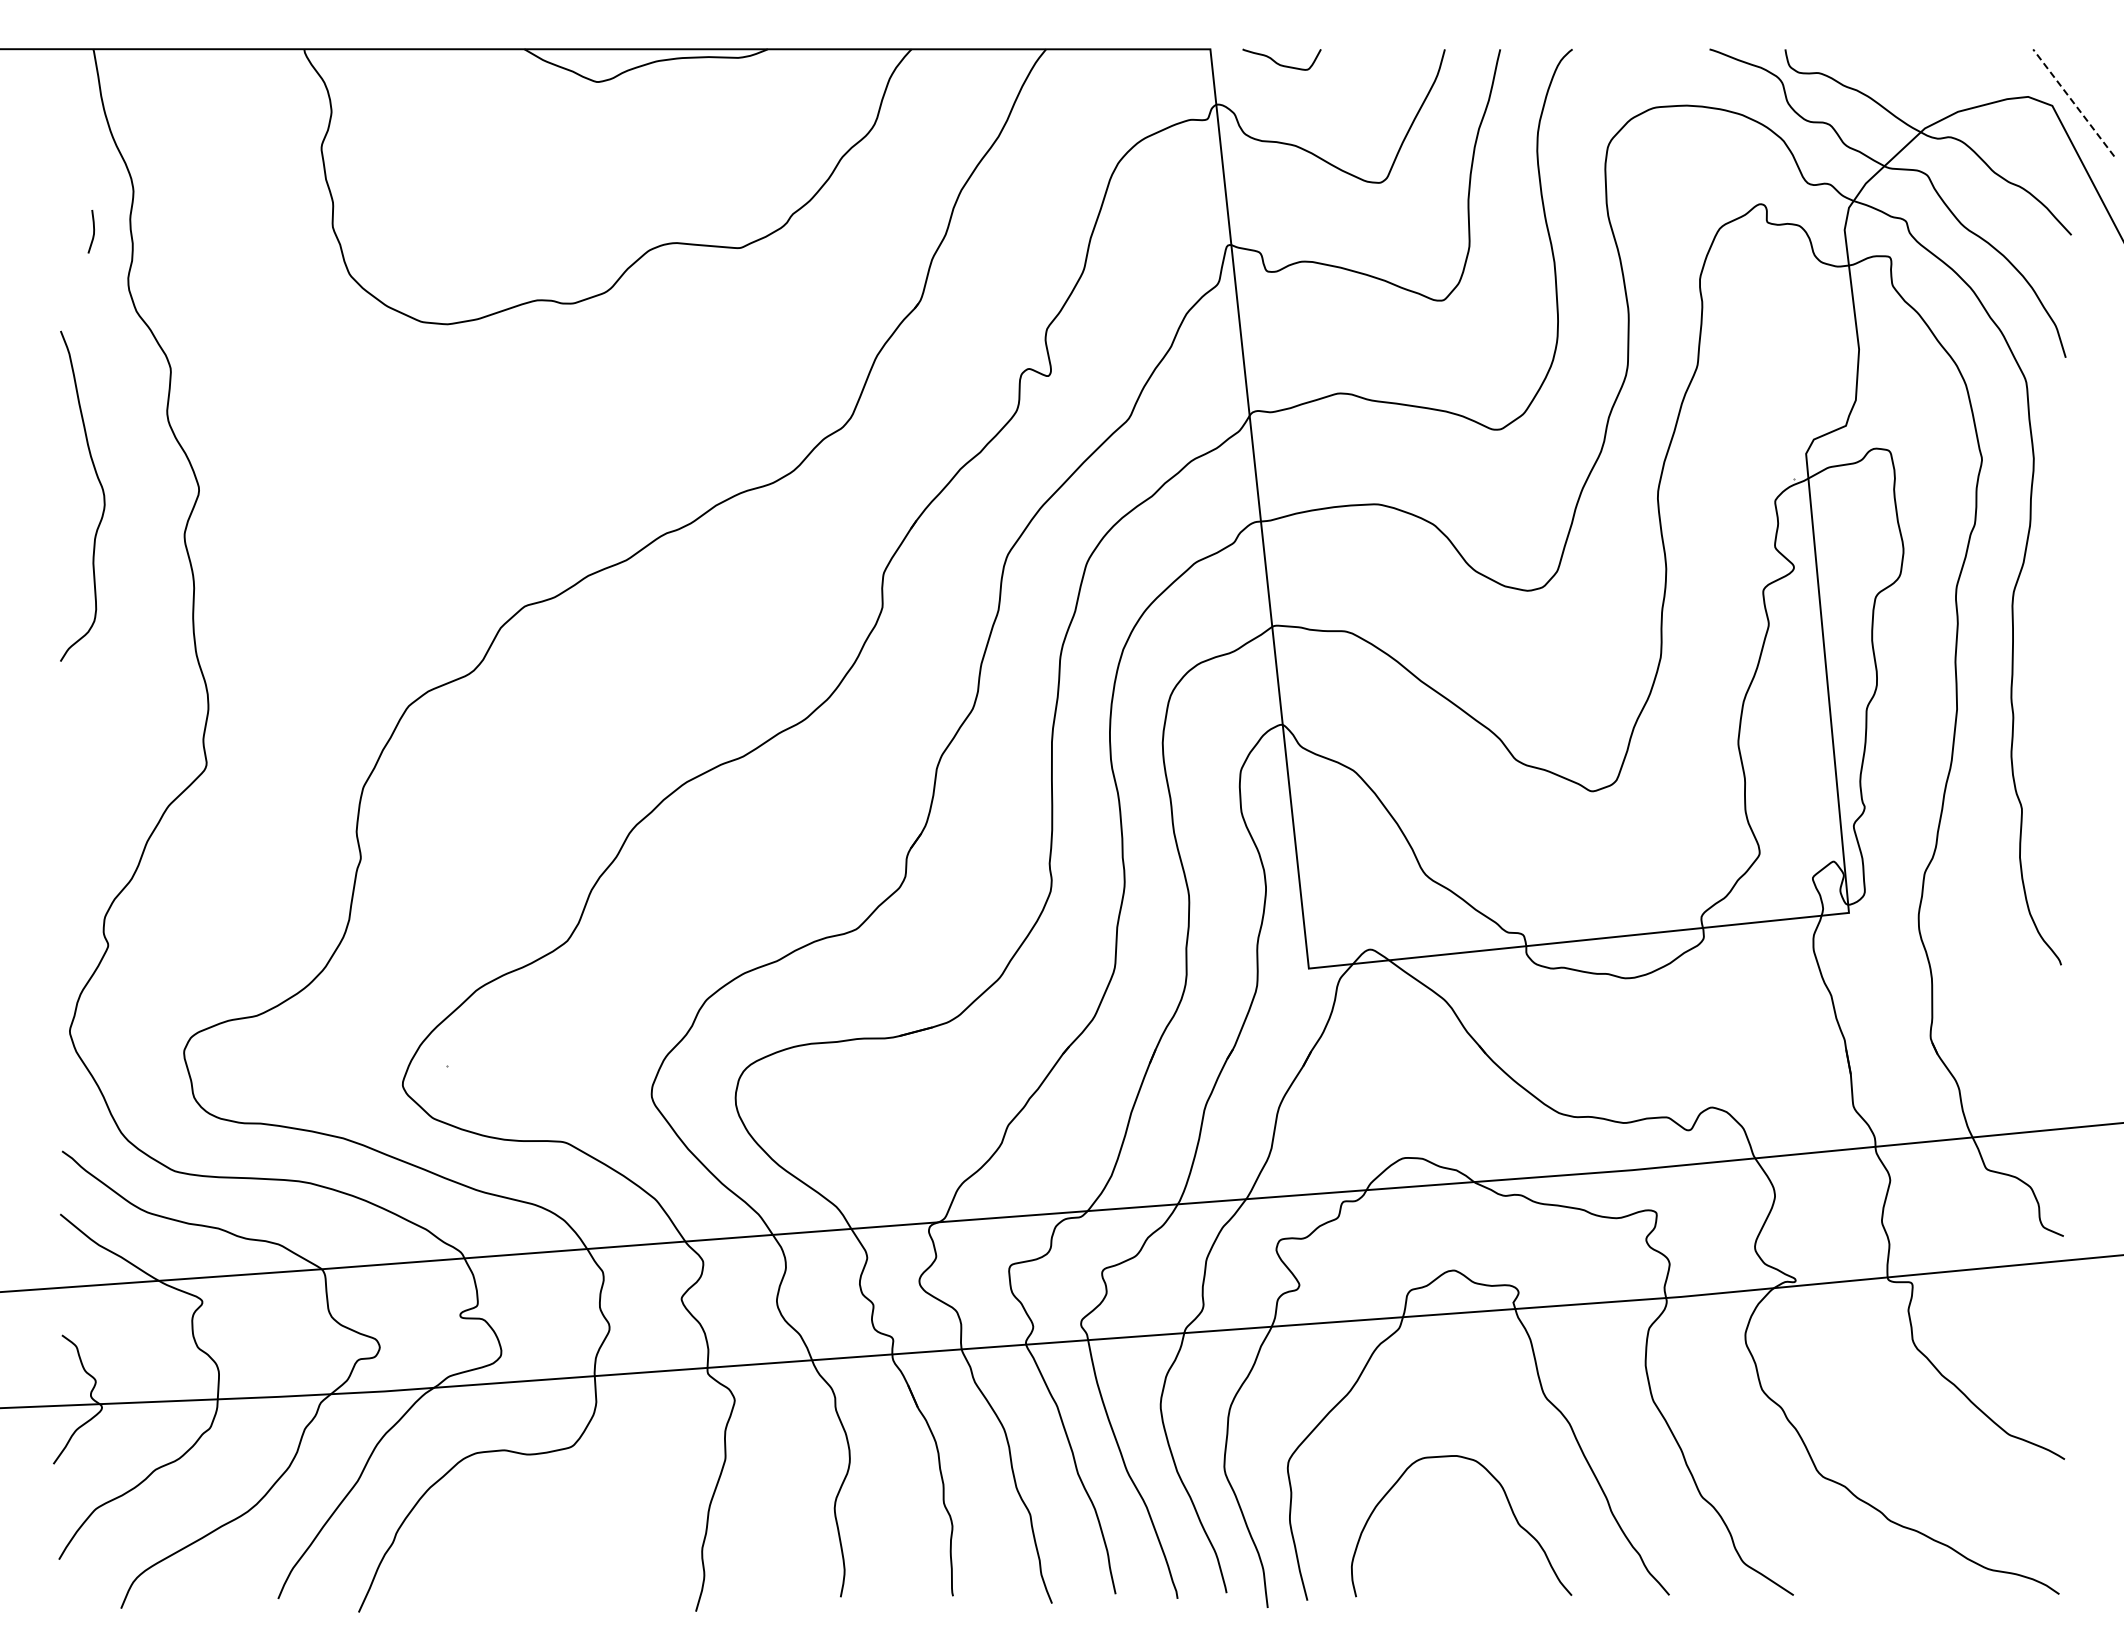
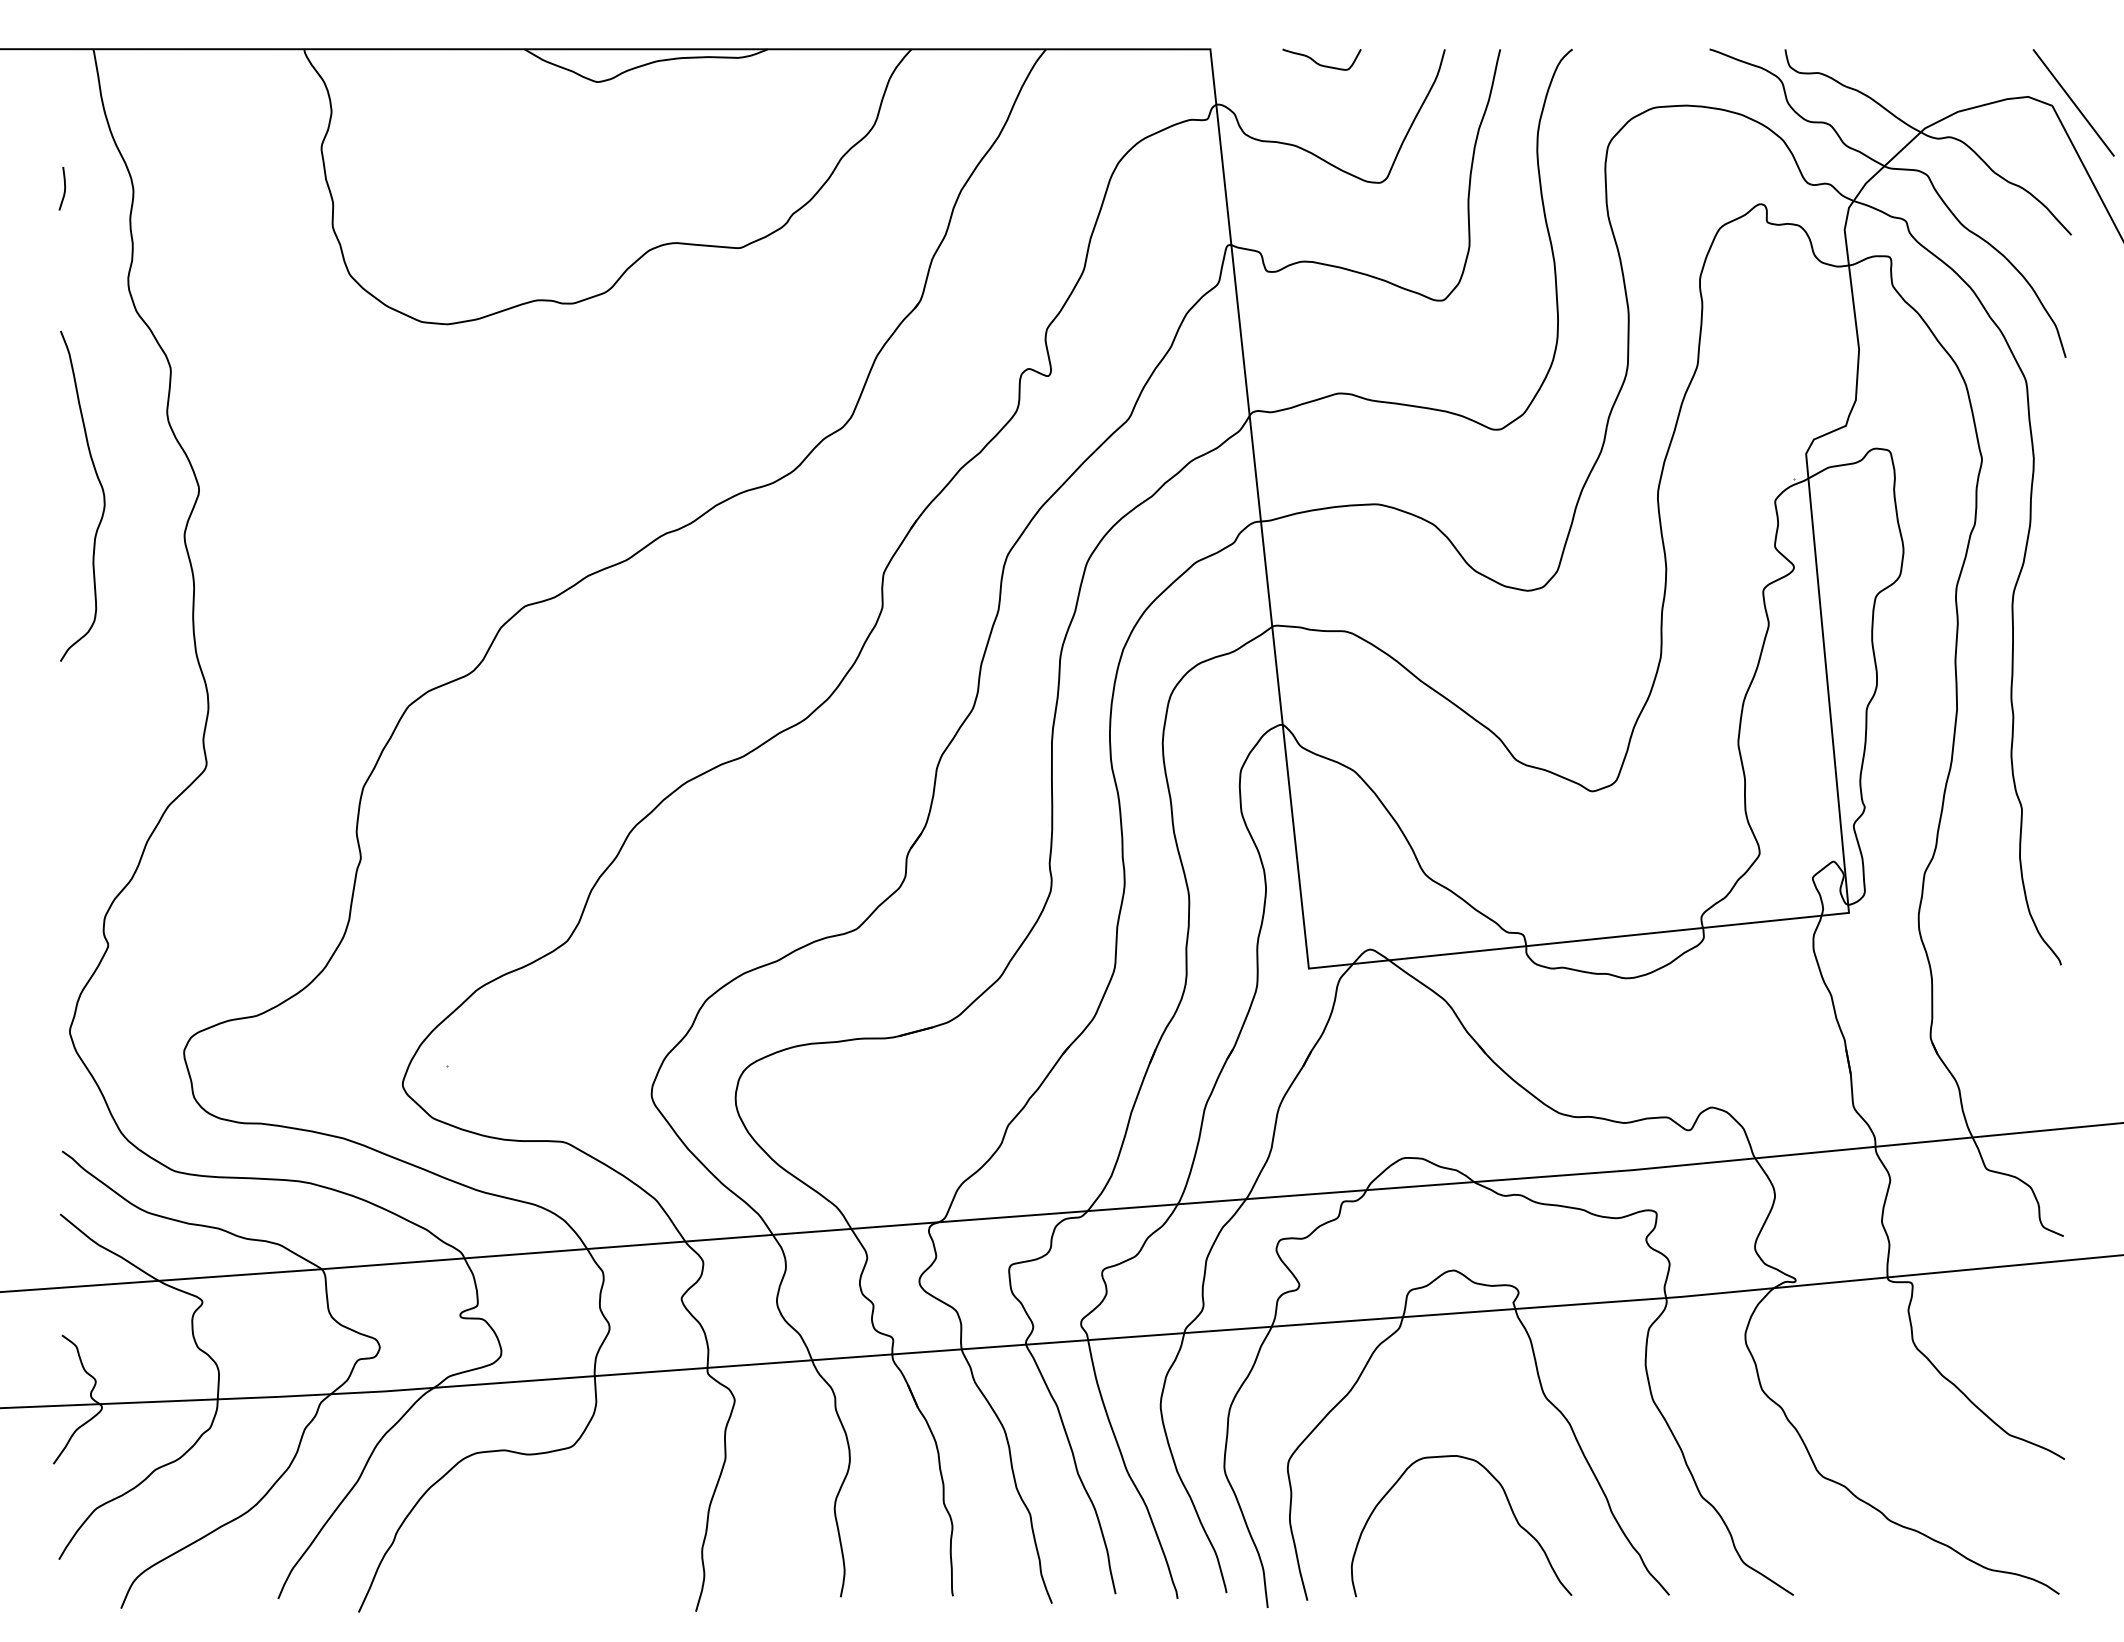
curve at (1279, 63) position: (1279, 63) -> (1319, 63)
line at (2073, 102): dashed -> solid
curve at (93, 231) position: (93, 231) -> (64, 188)
